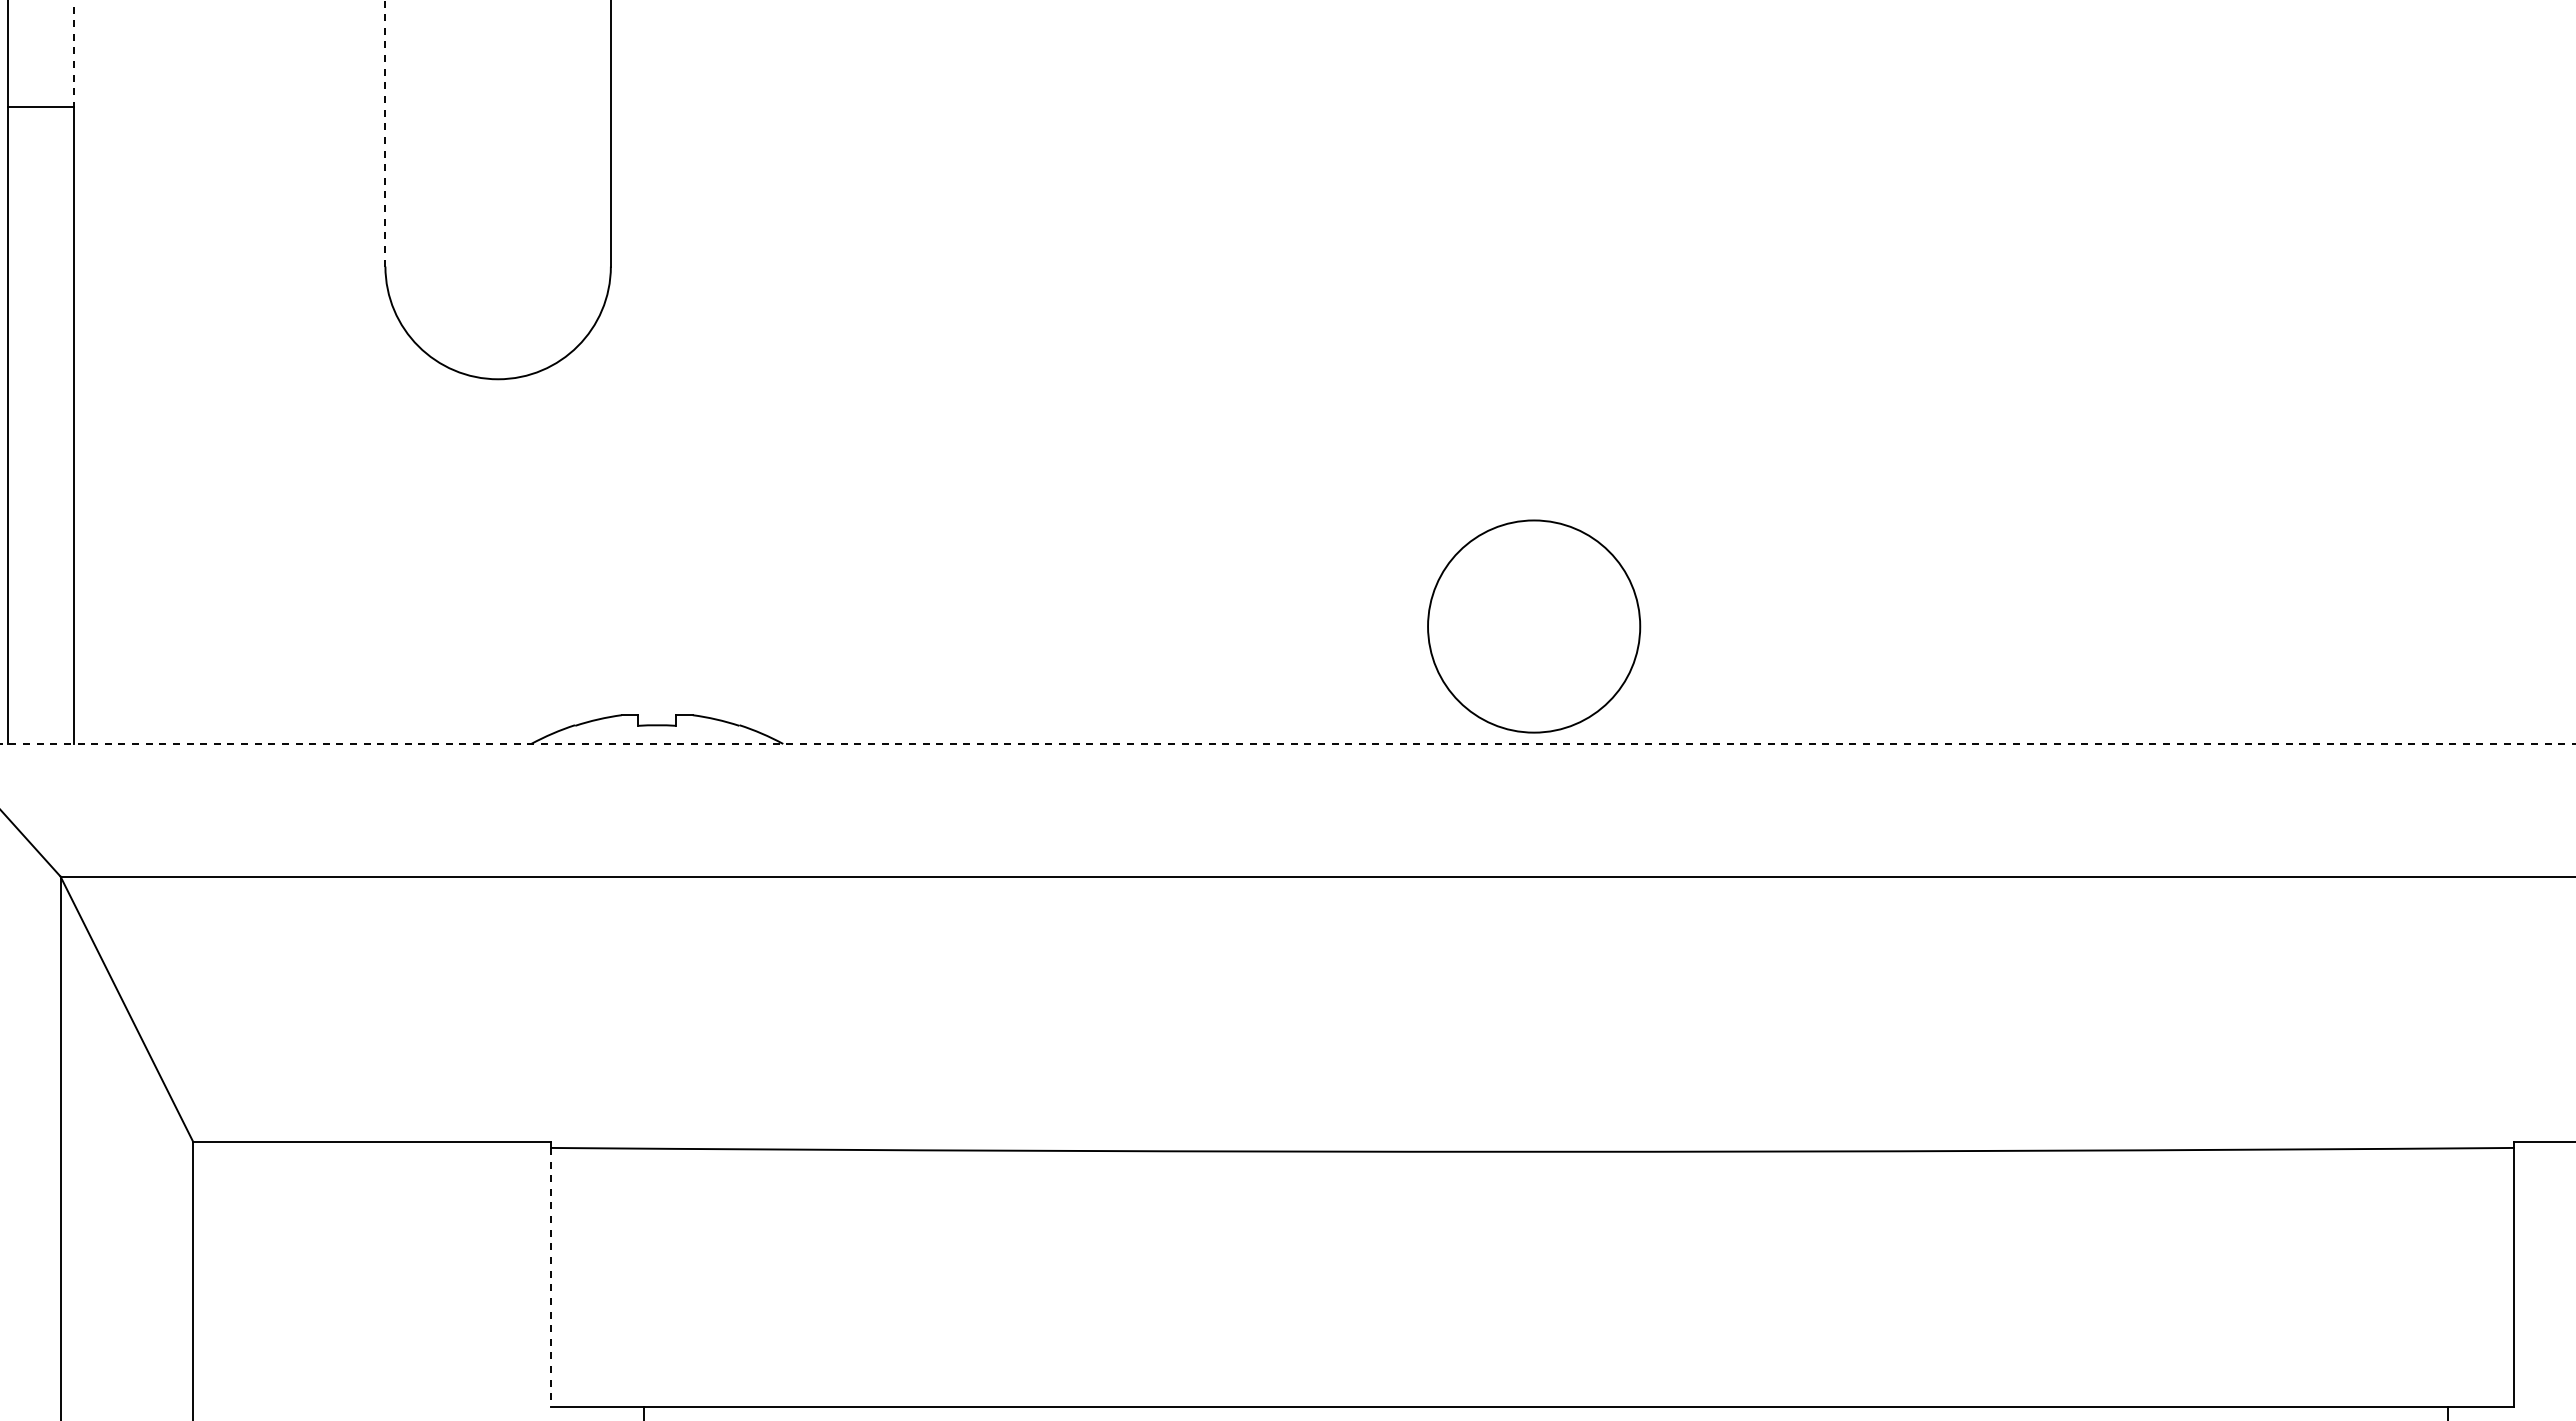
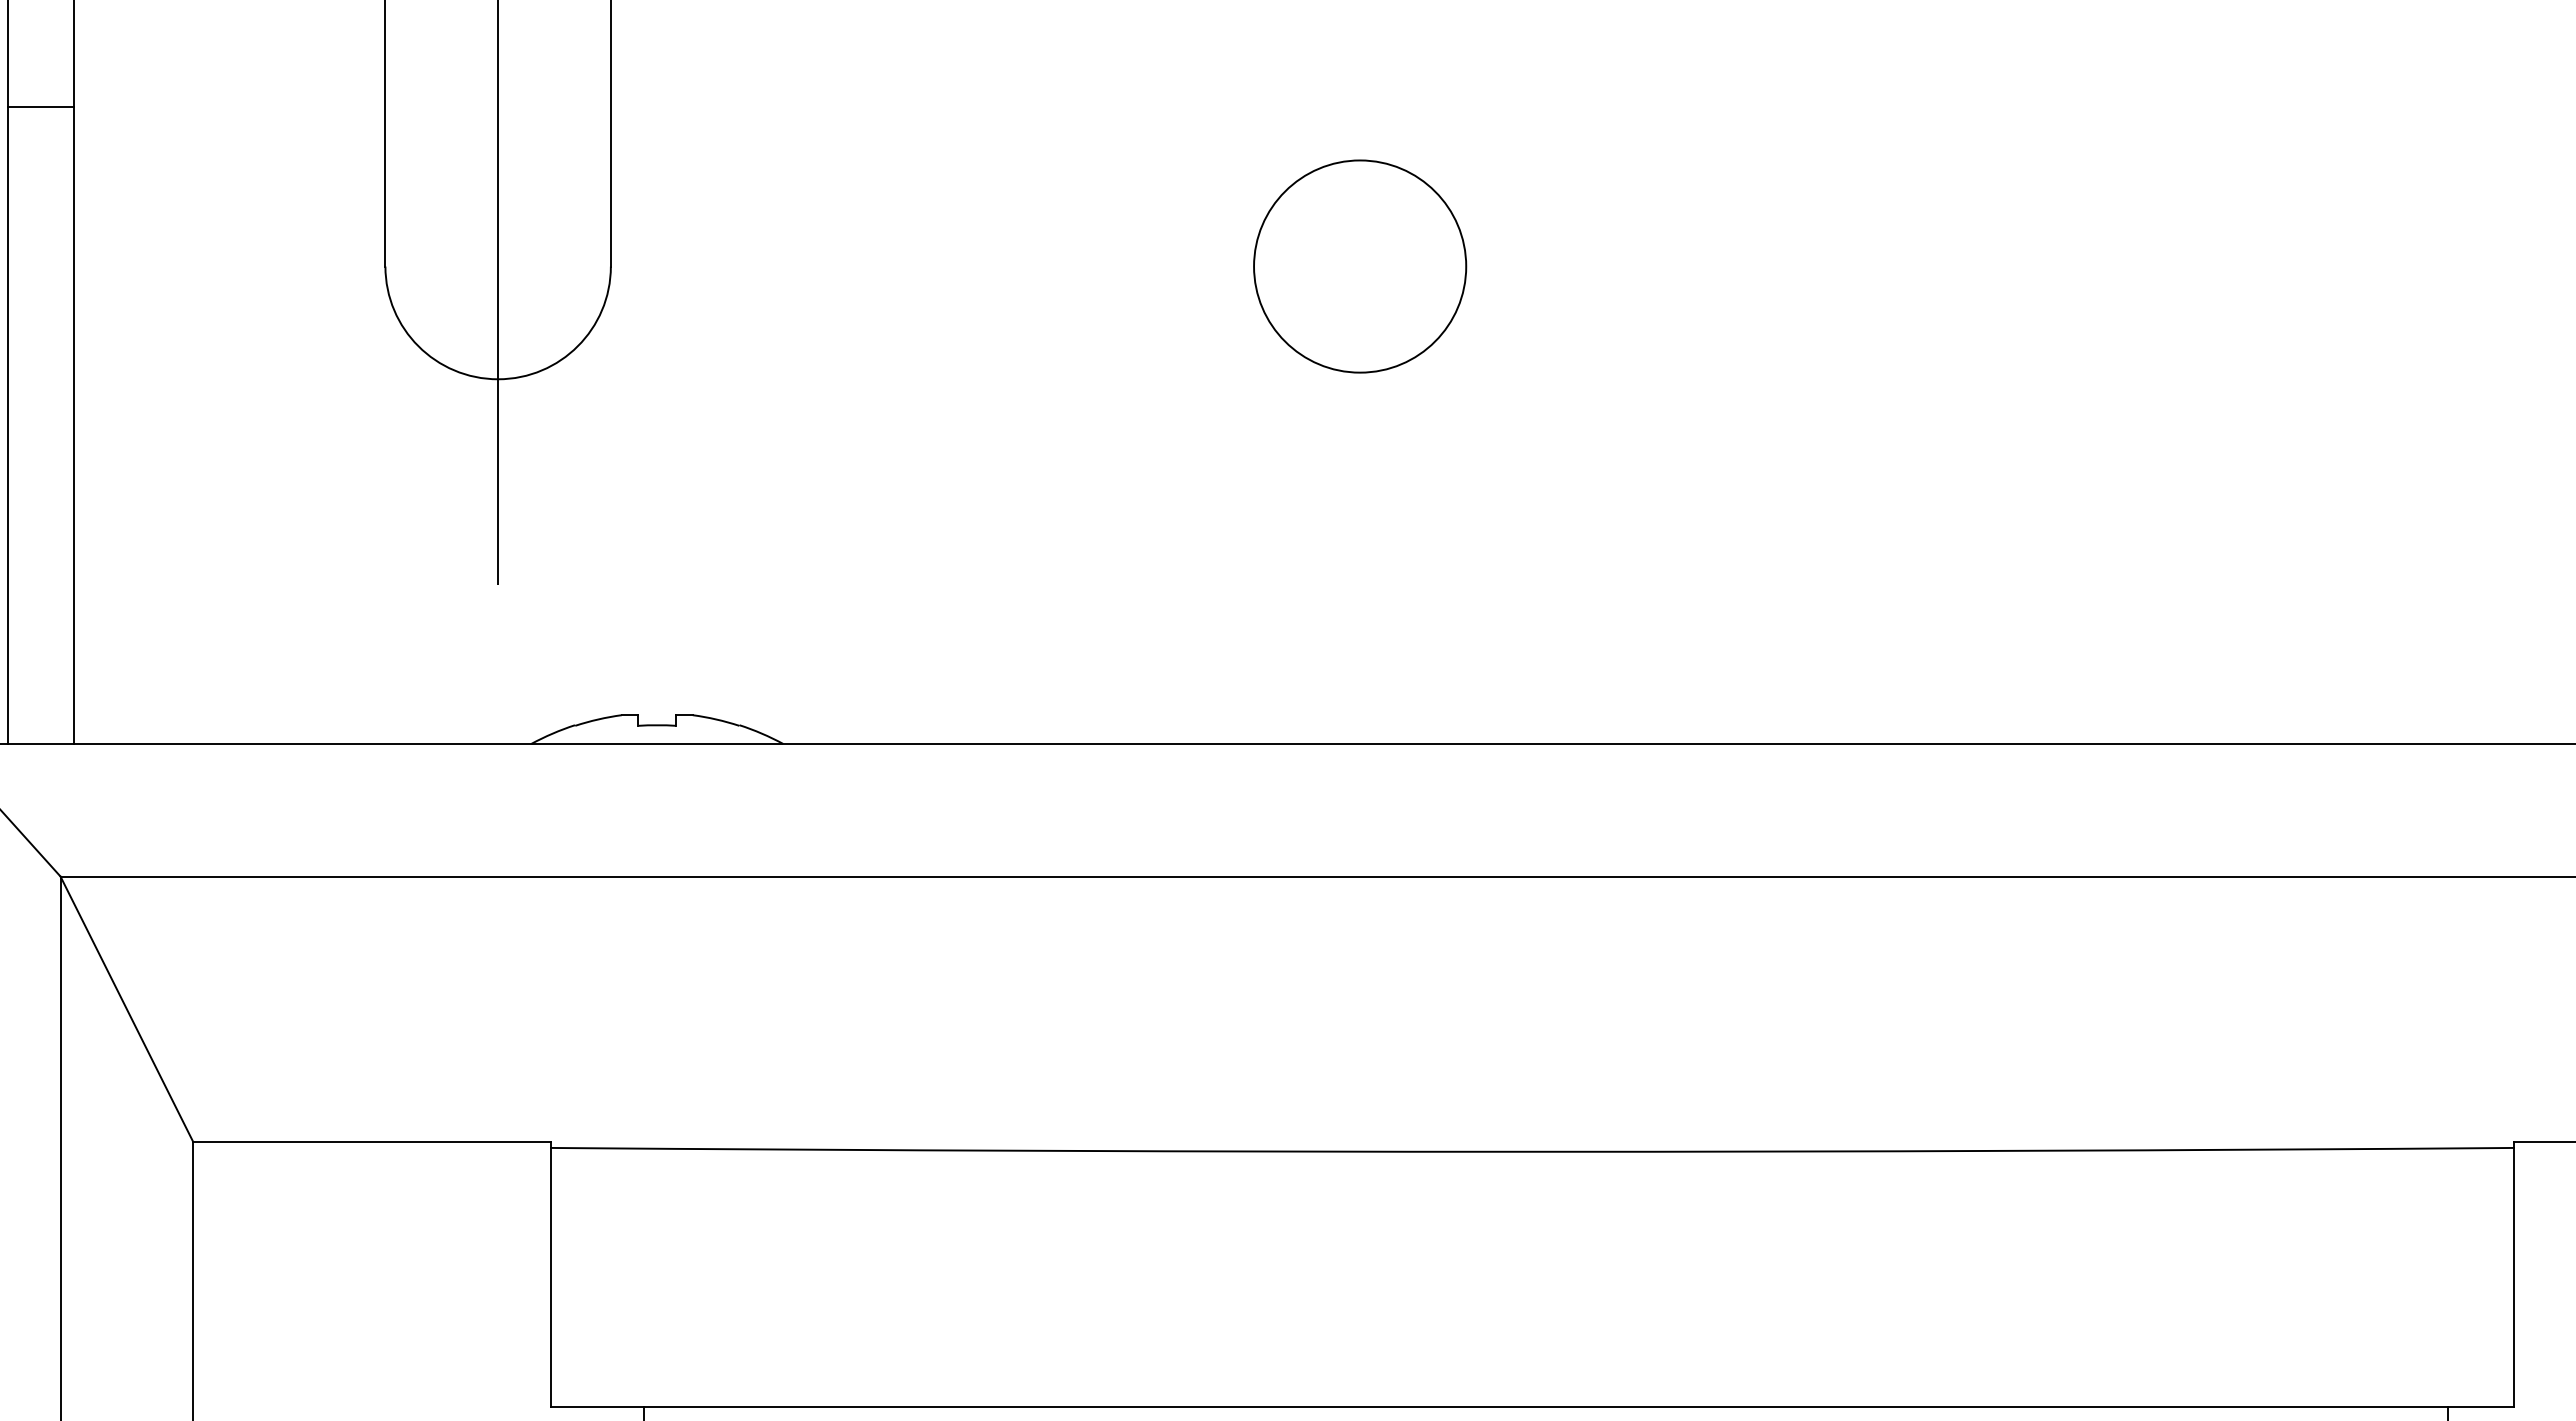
line at (73, 54): dashed -> solid
line at (385, 133): dashed -> solid
line at (498, 293): none -> present
circle at (1534, 626) position: (1534, 626) -> (1360, 266)
line at (1288, 743): dashed -> solid
line at (551, 1277): dashed -> solid
